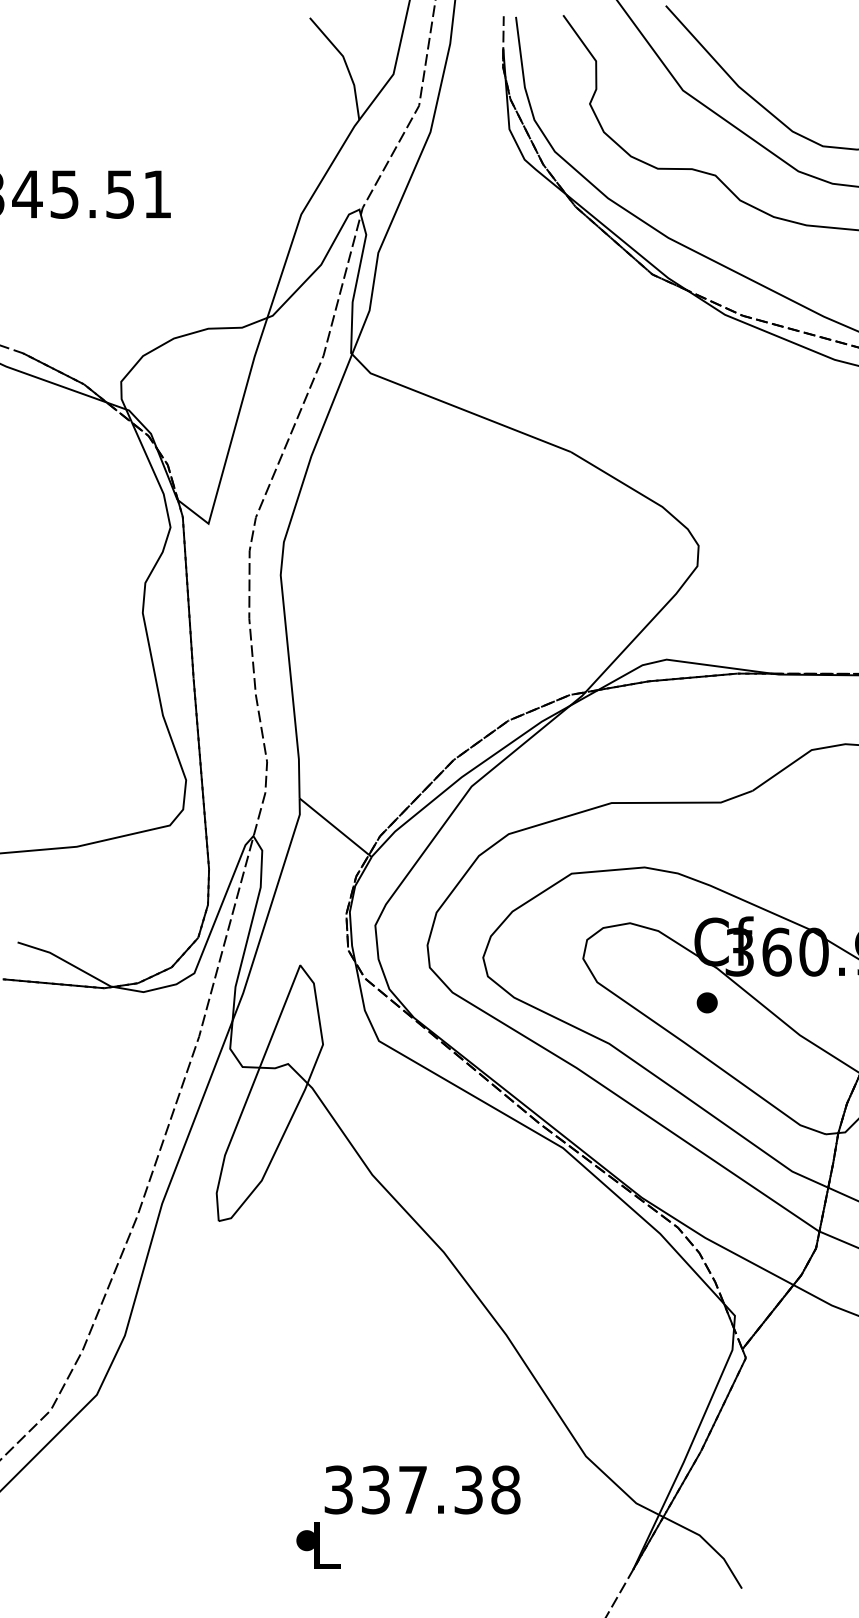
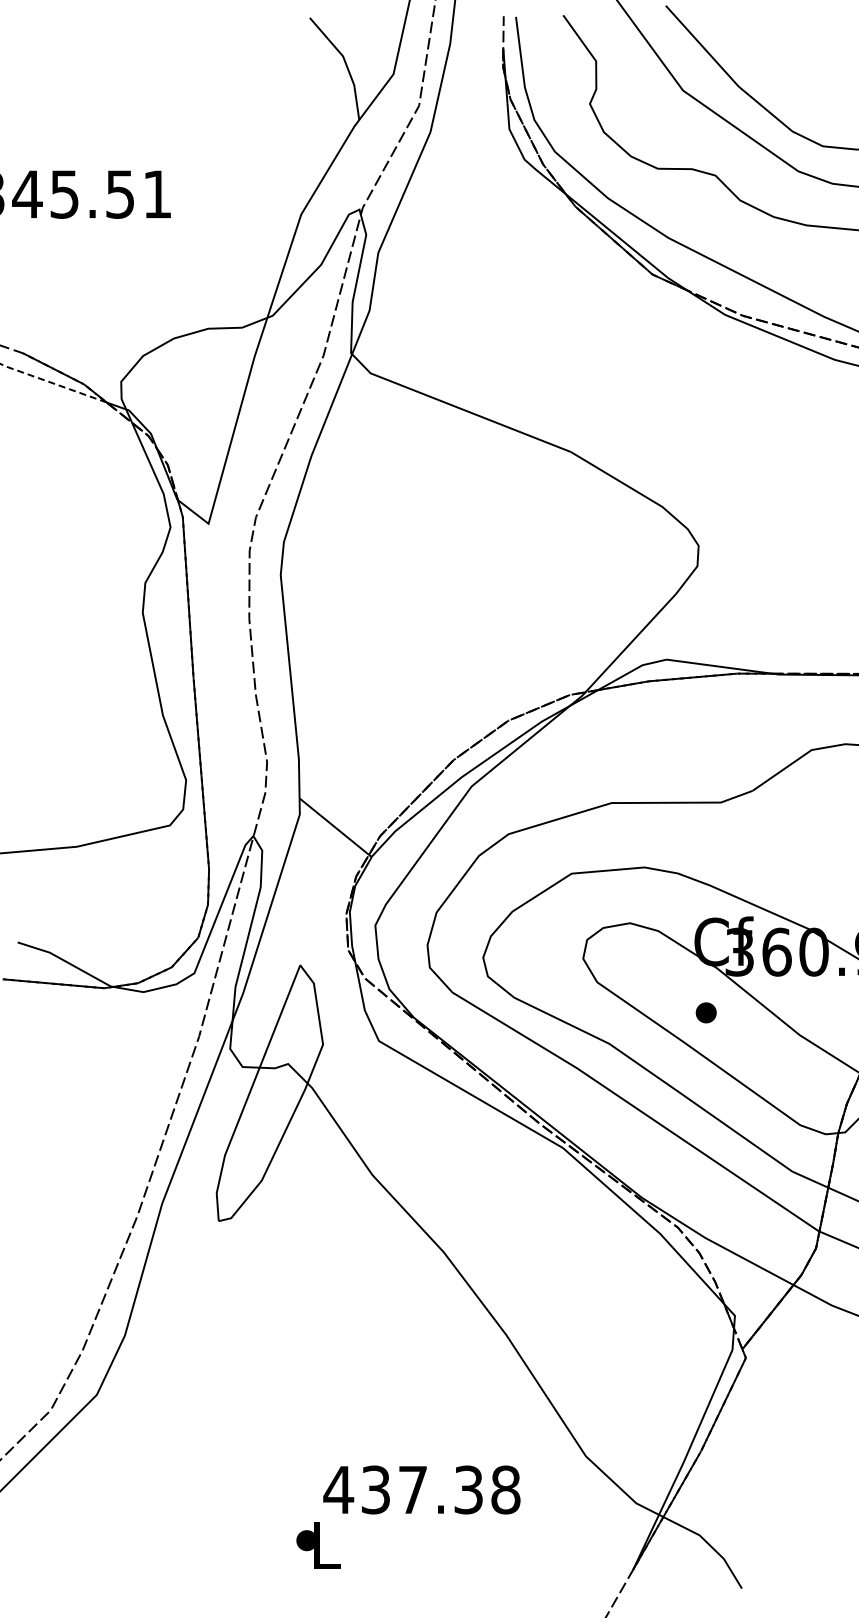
line at (53, 383): solid -> dashed
part at (706, 1002) position: (706, 1002) -> (705, 1012)
text at (338, 1489): 337.38 -> 437.38
